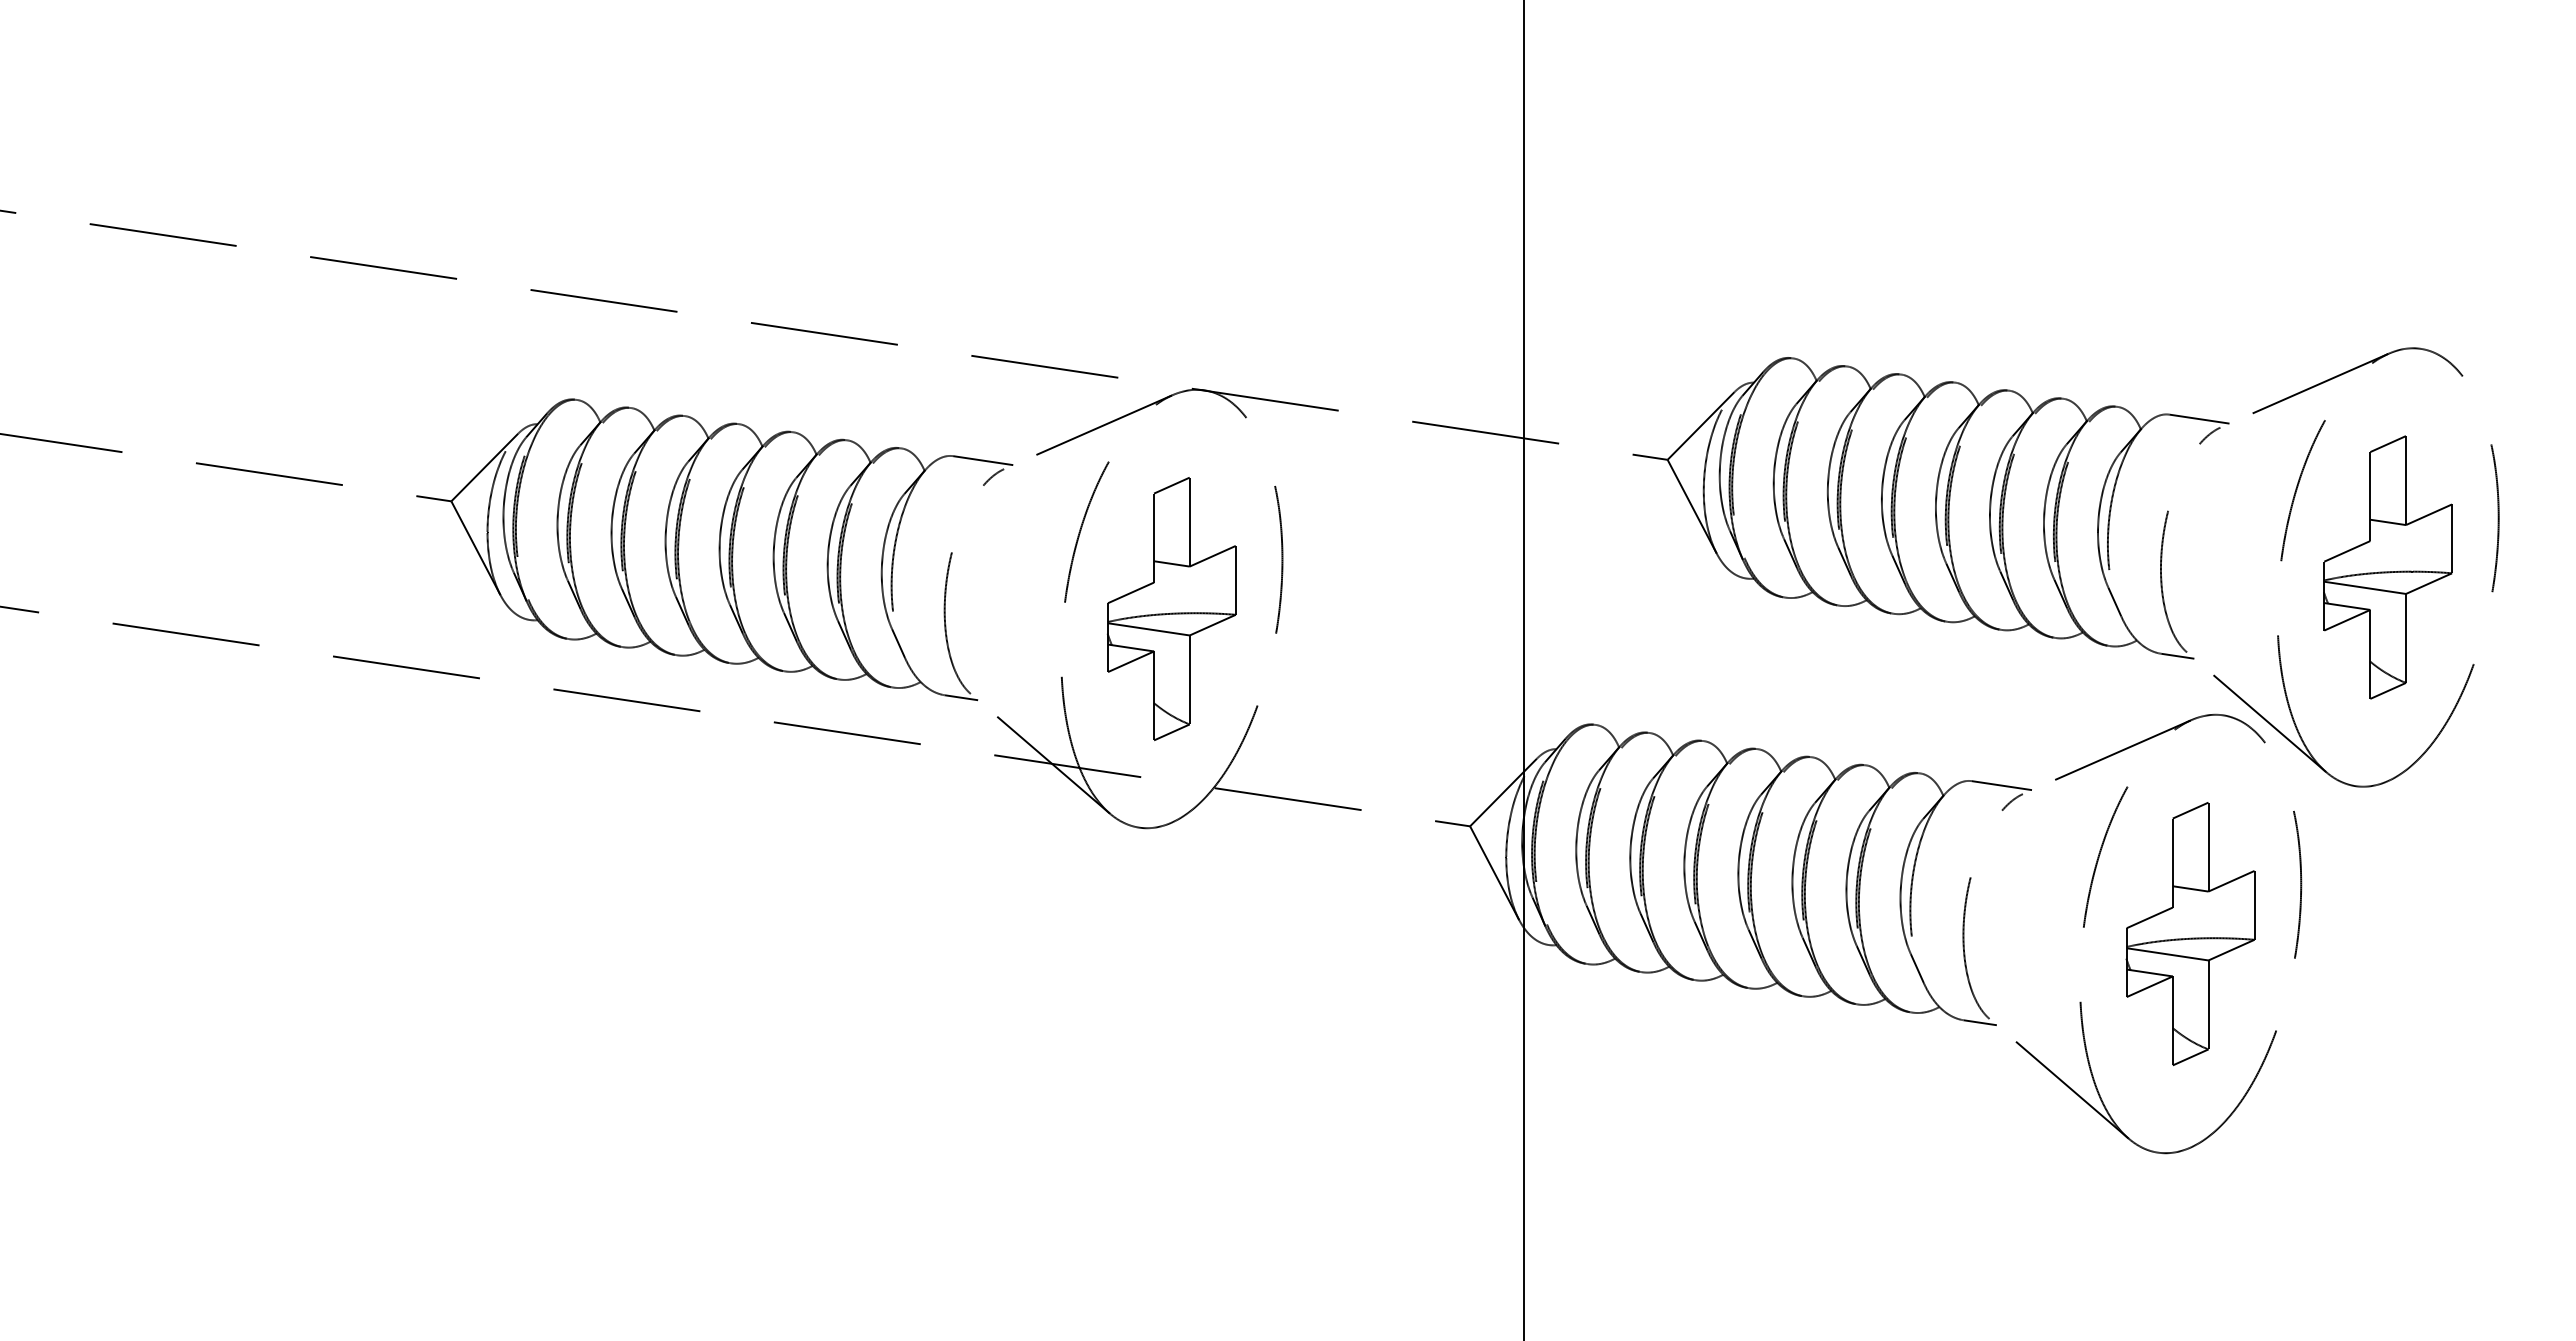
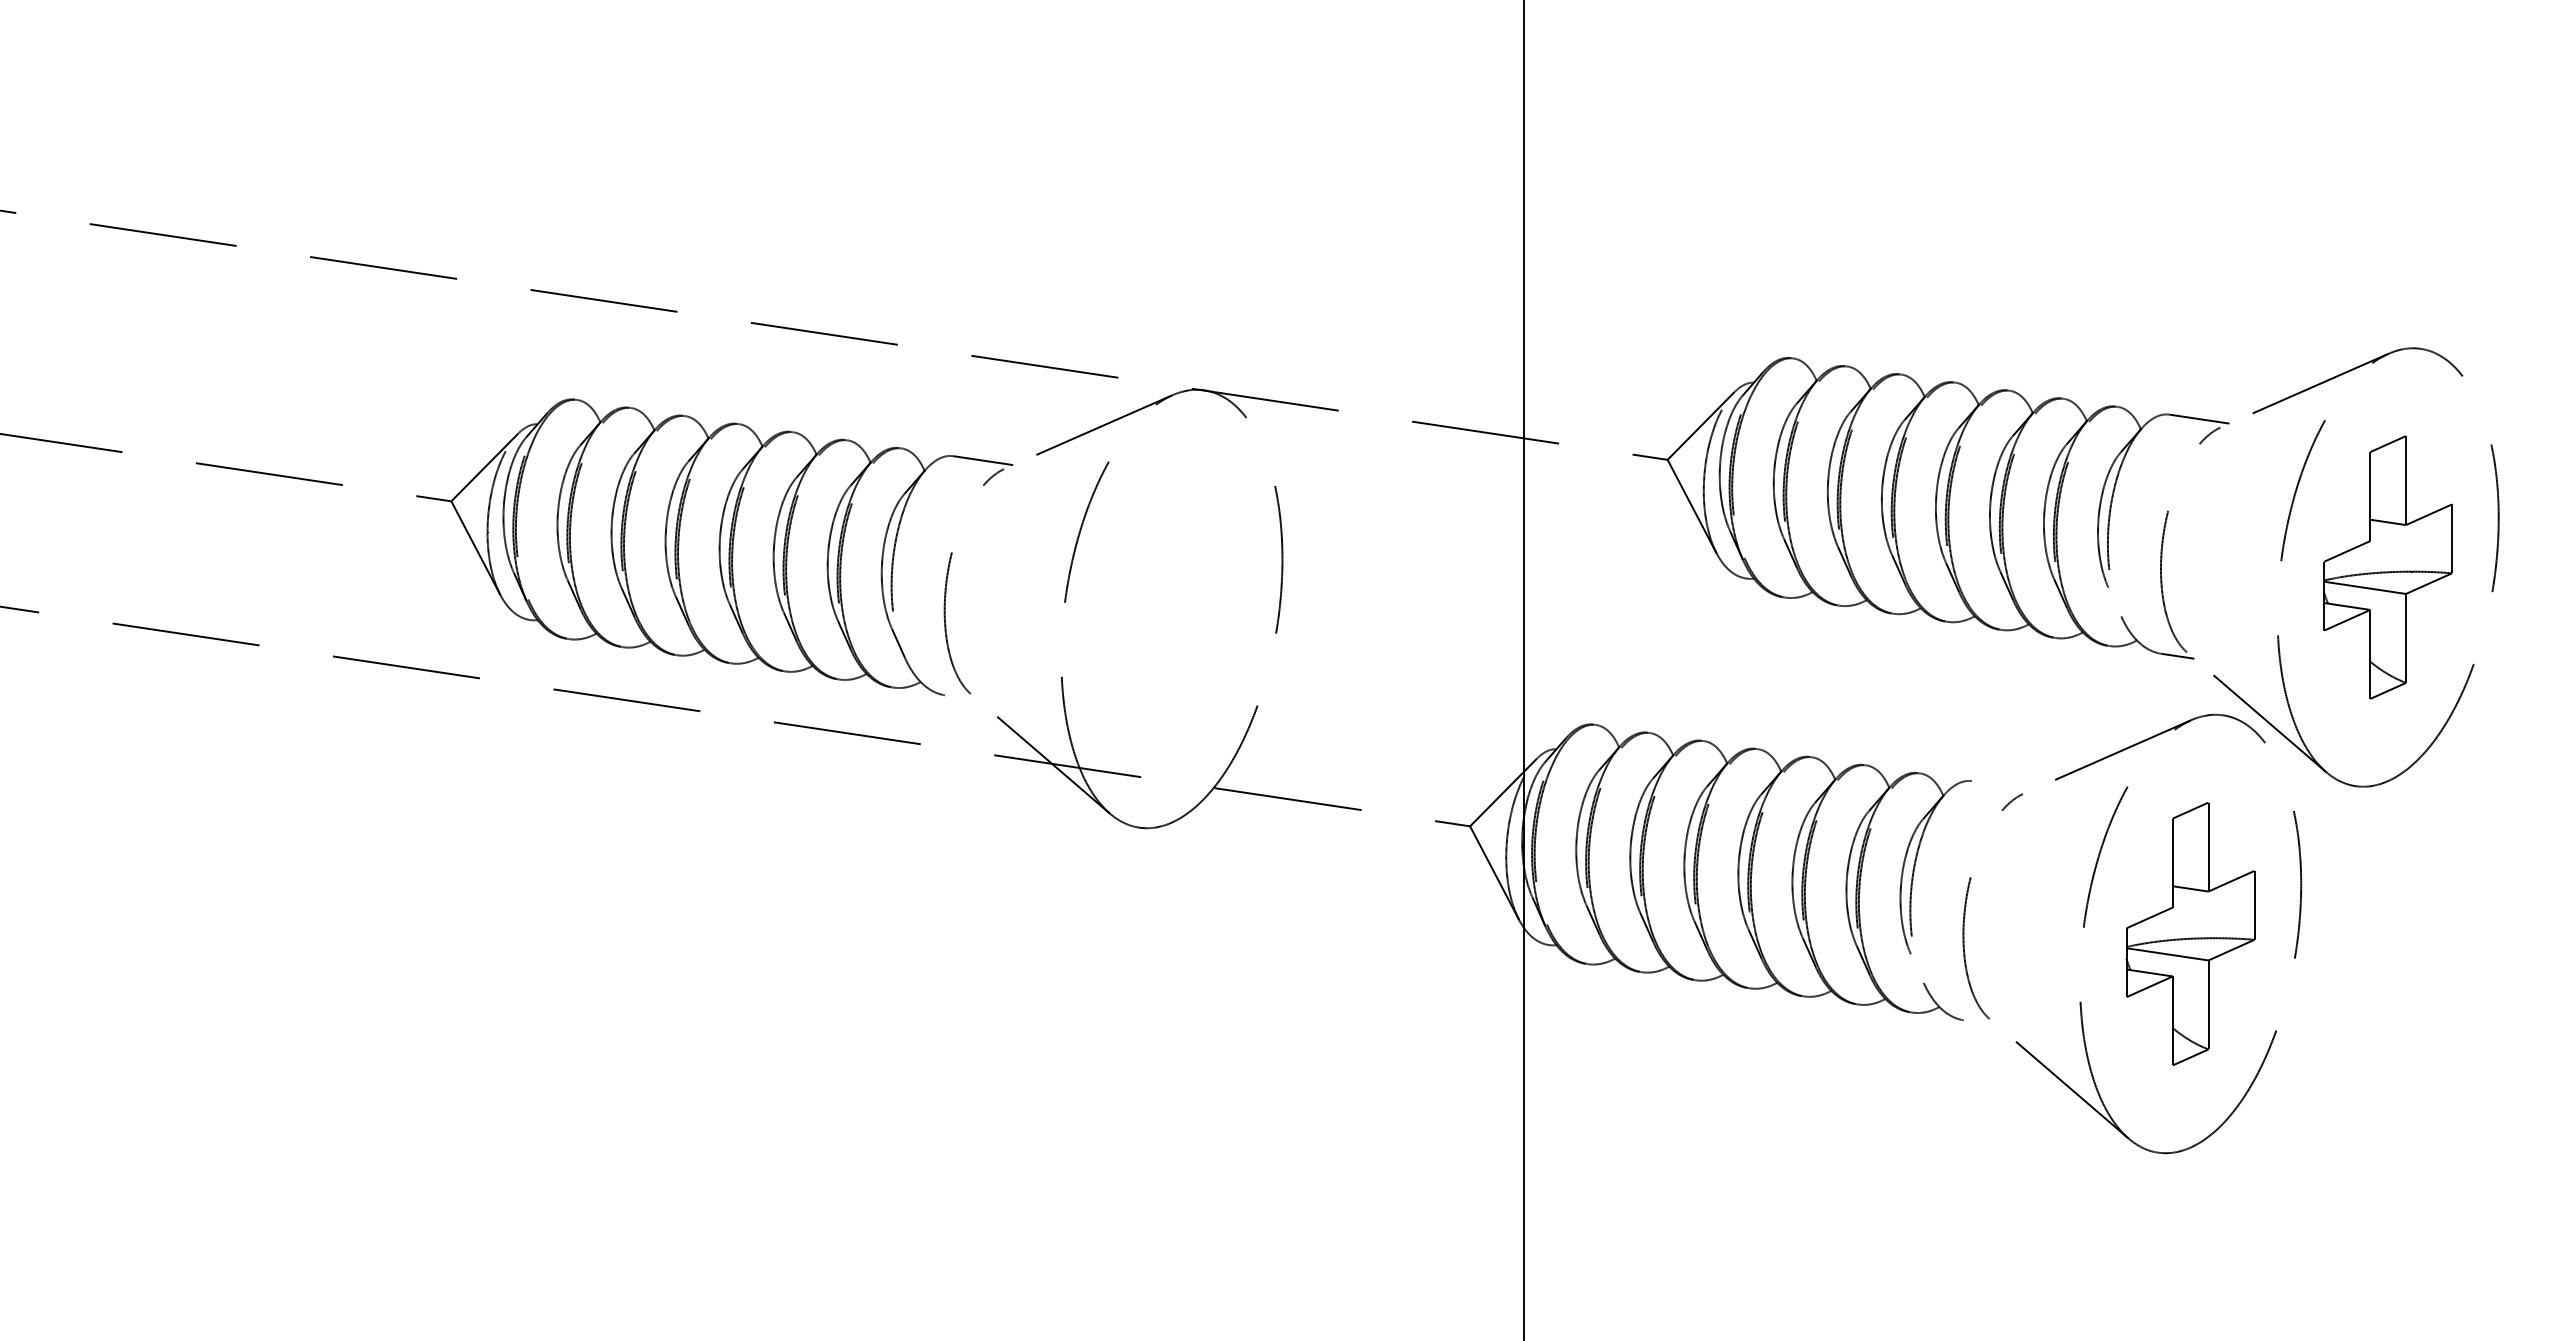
line at (2114, 601): present -> none
part at (1171, 609): present -> none
line at (961, 697): present -> none
line at (2001, 785): present -> none
line at (1916, 968): present -> none
line at (1979, 1022): present -> none
